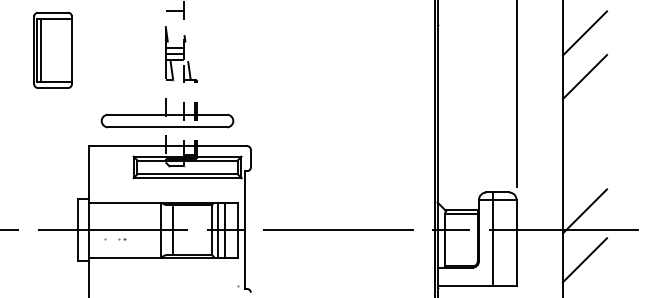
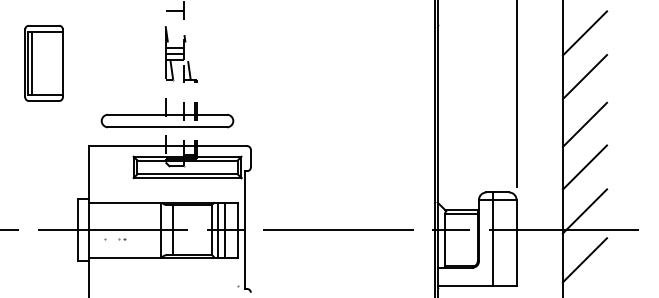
part at (52, 49) position: (52, 49) -> (43, 62)
line at (584, 124): none -> present
line at (584, 167): none -> present
